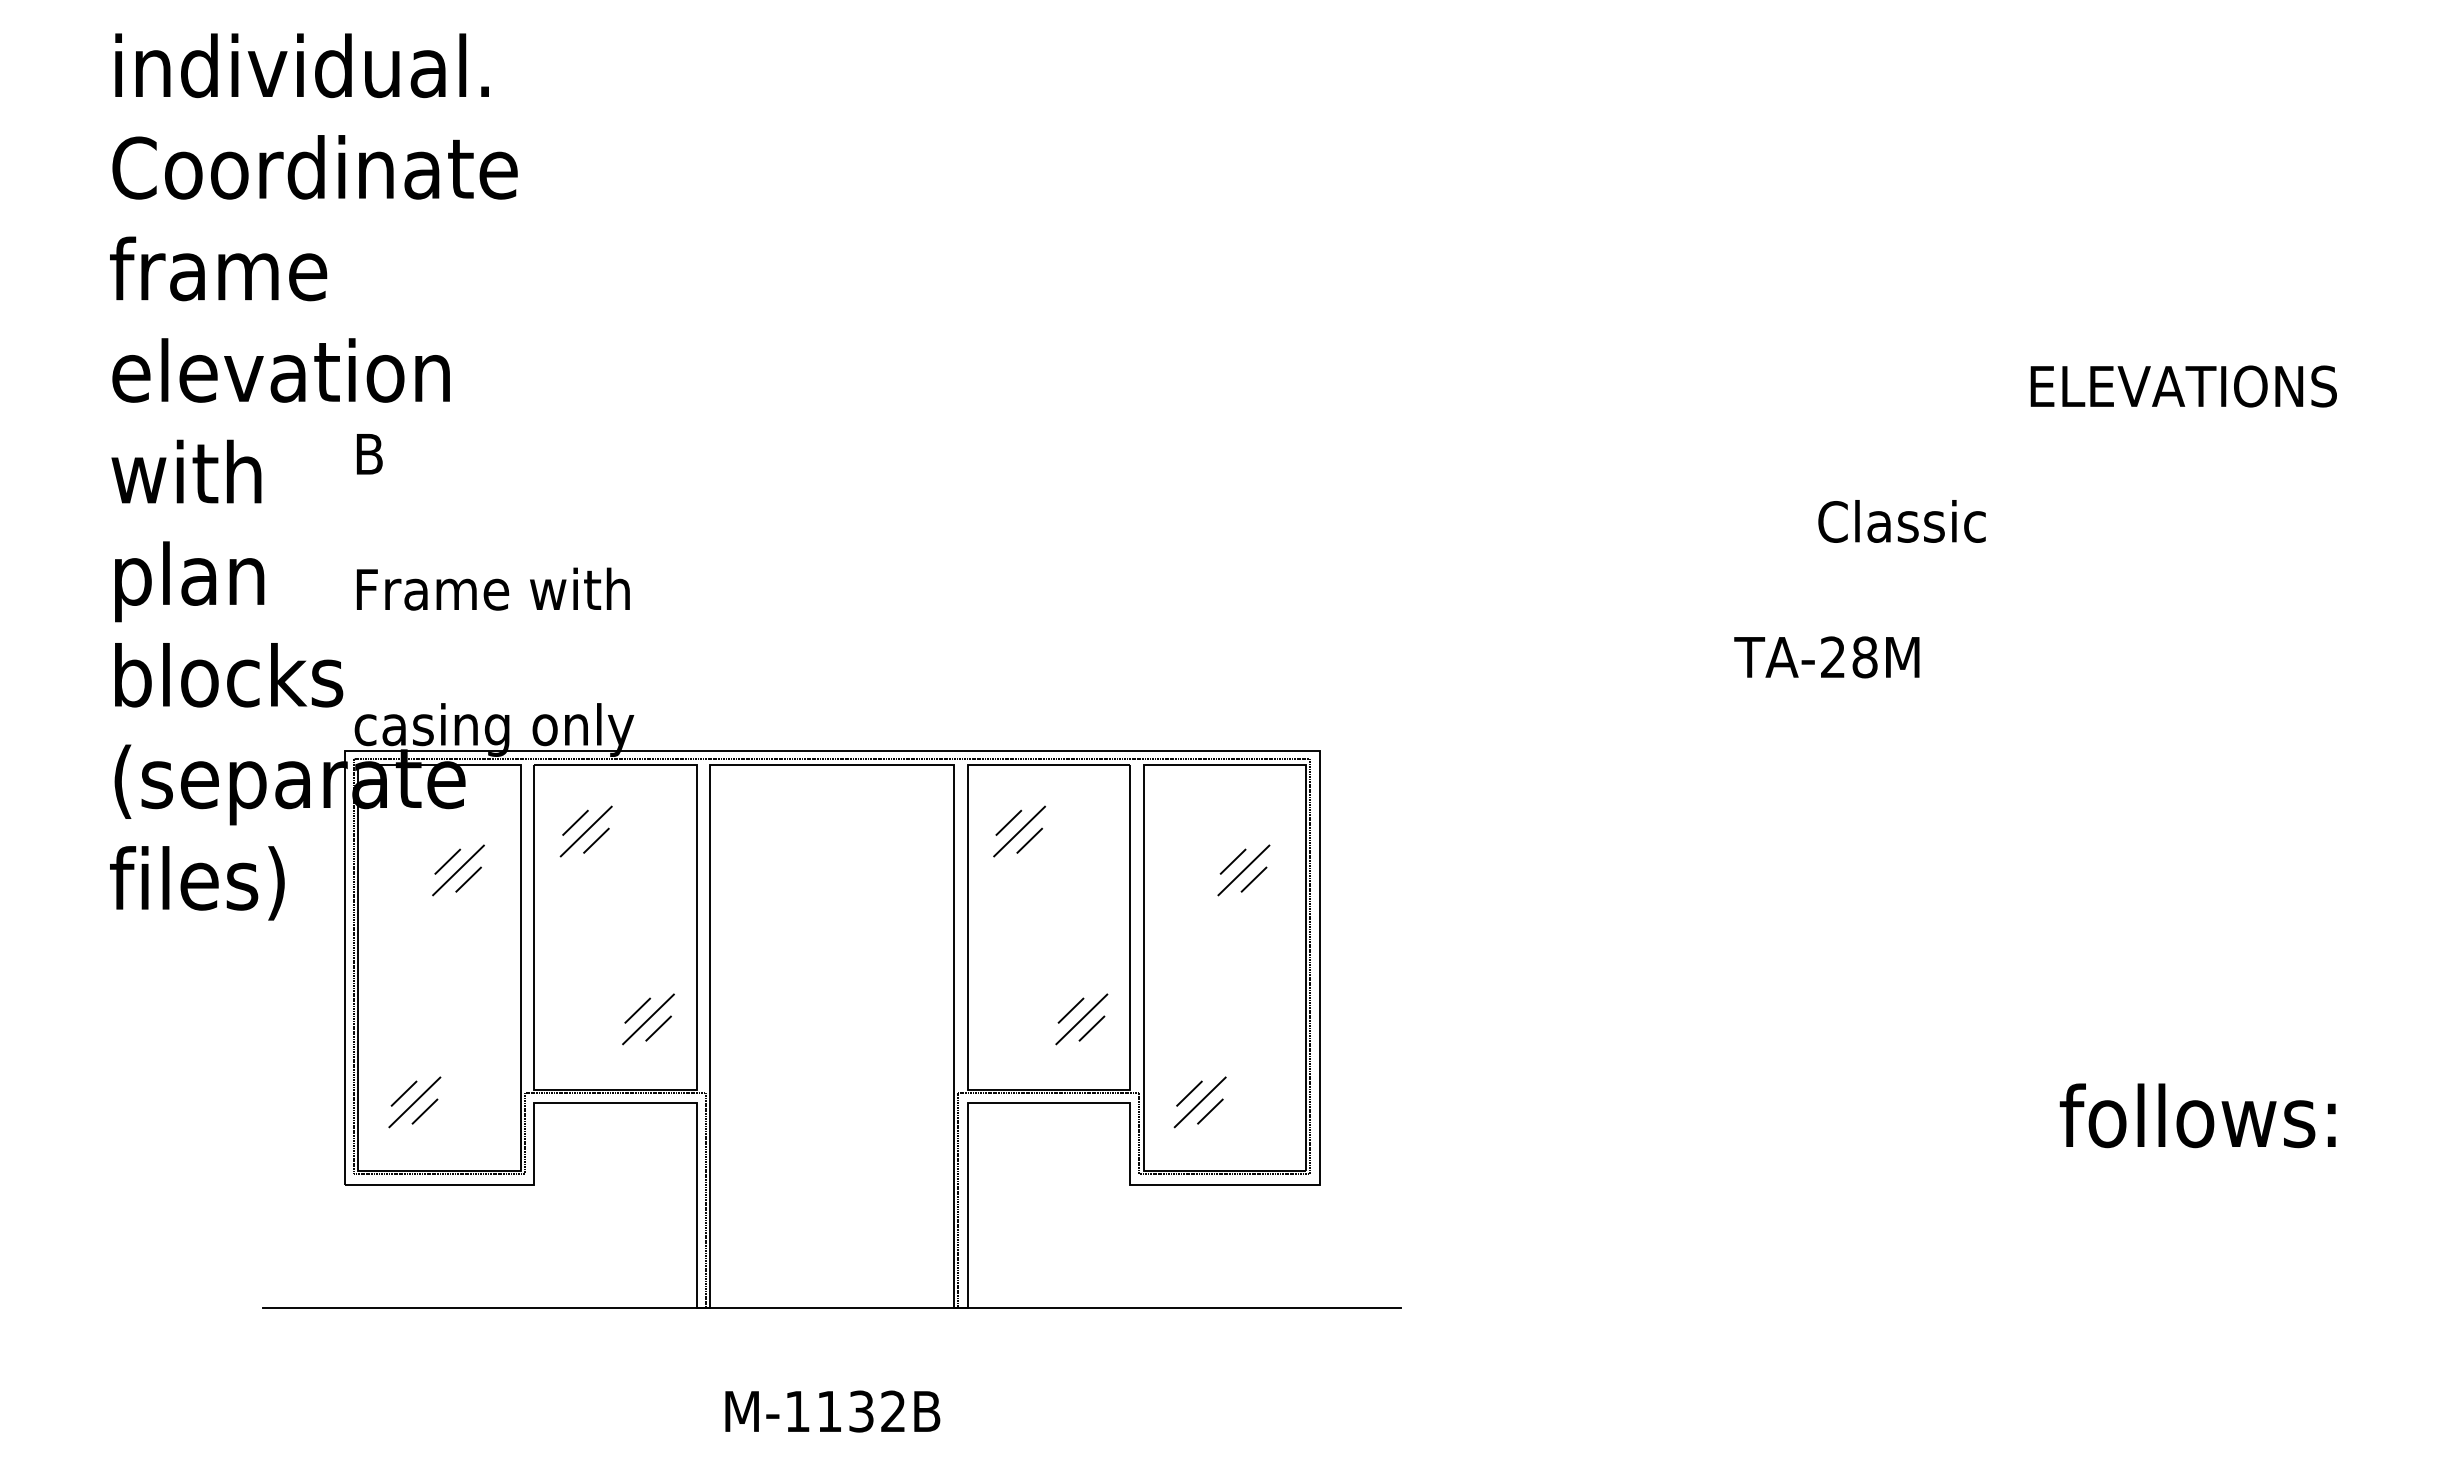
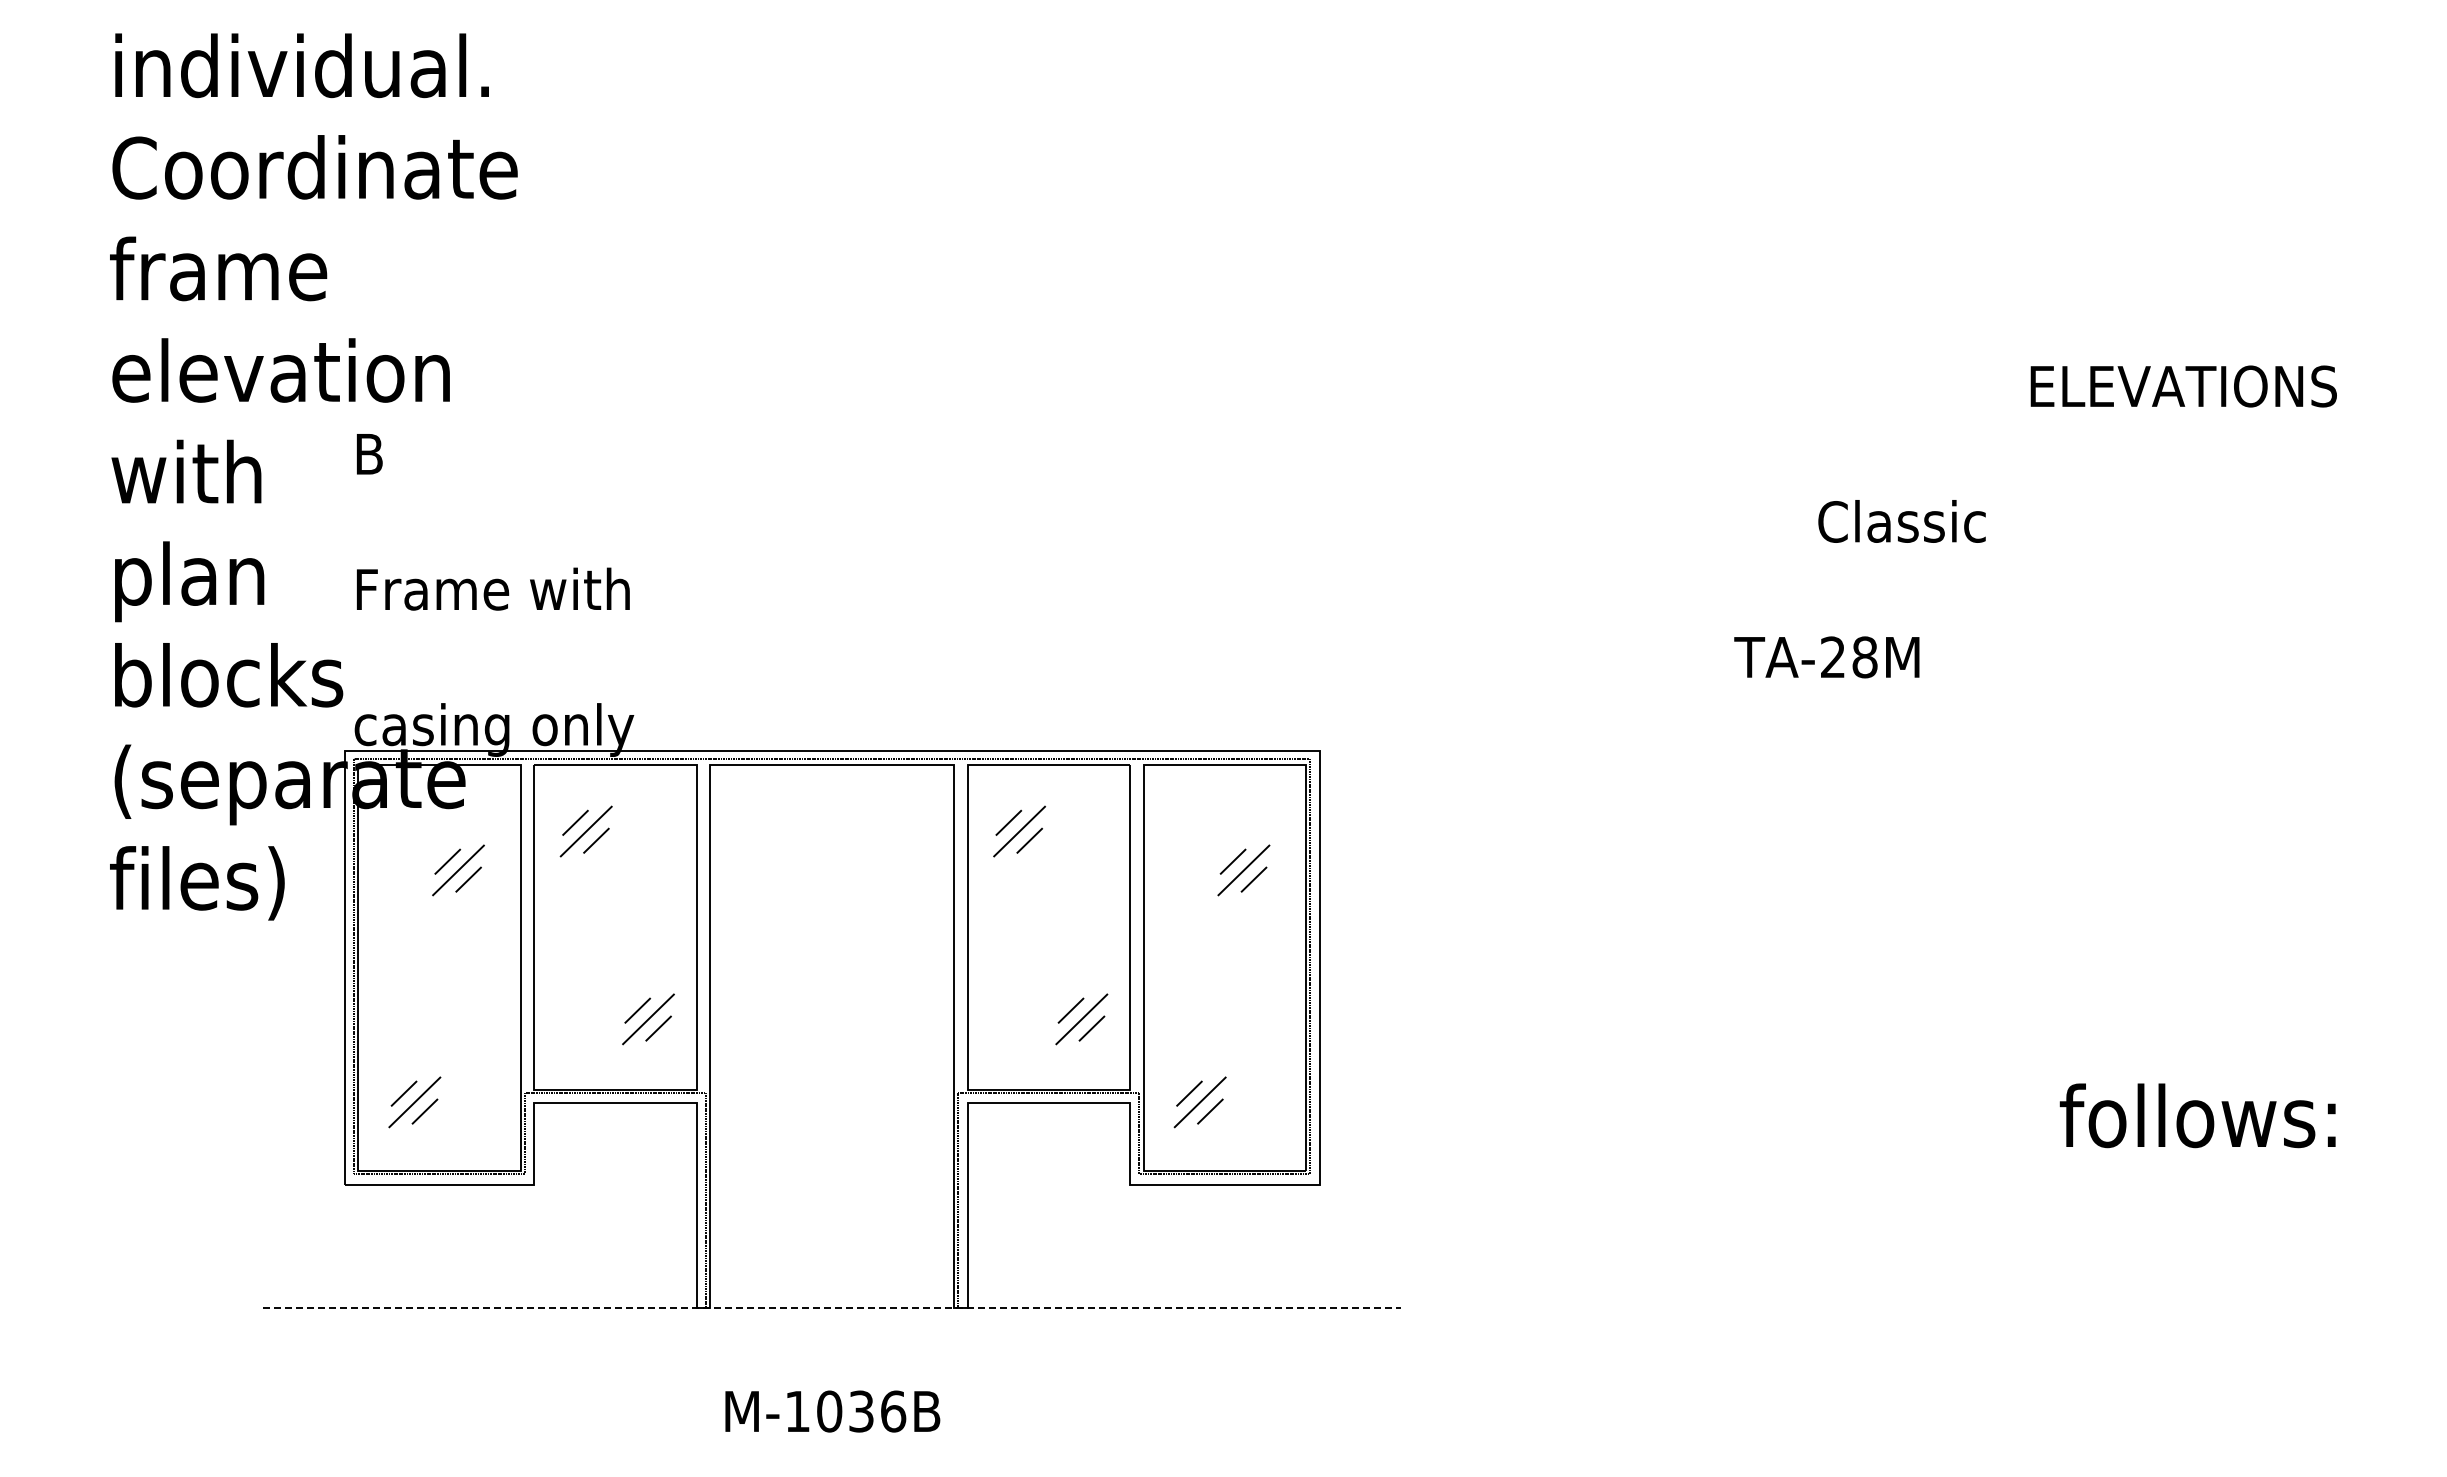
line at (832, 1307): solid -> dashed
text at (861, 1411): M-1132B -> M-1036B
